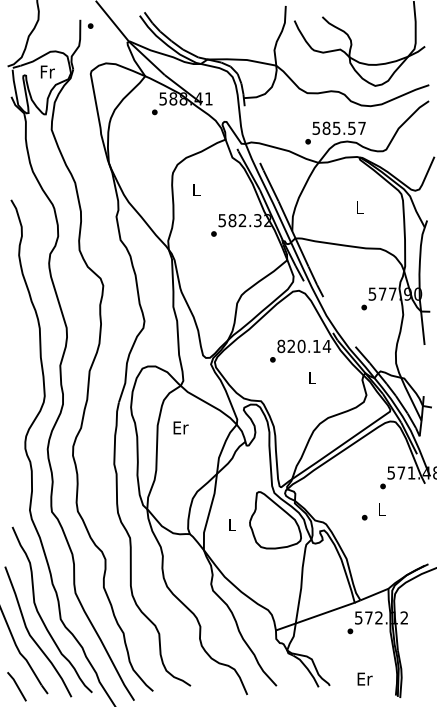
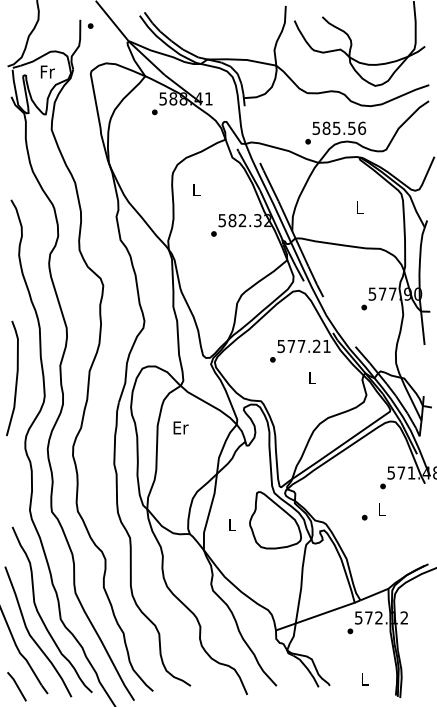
text at (362, 127): 585.57 -> 585.56
text at (304, 346): 820.14 -> 577.21
curve at (15, 380): none -> present
text at (364, 678): Er -> L
